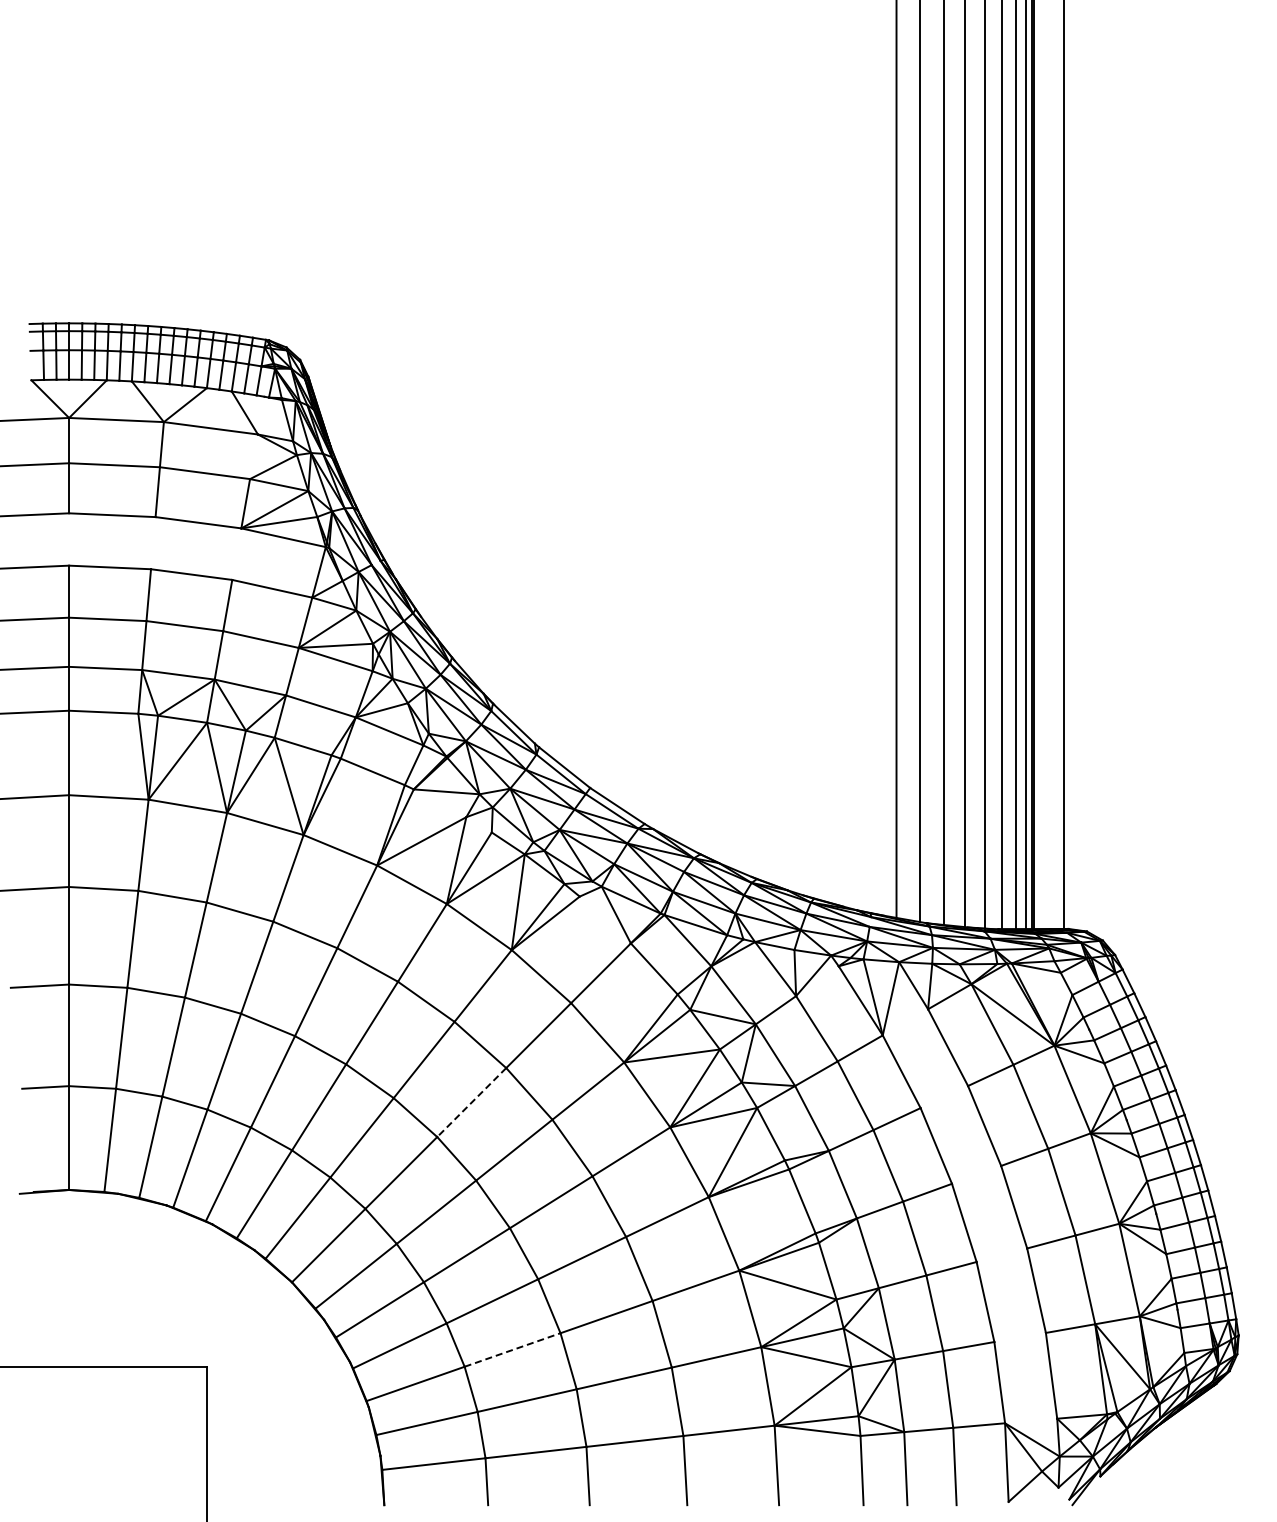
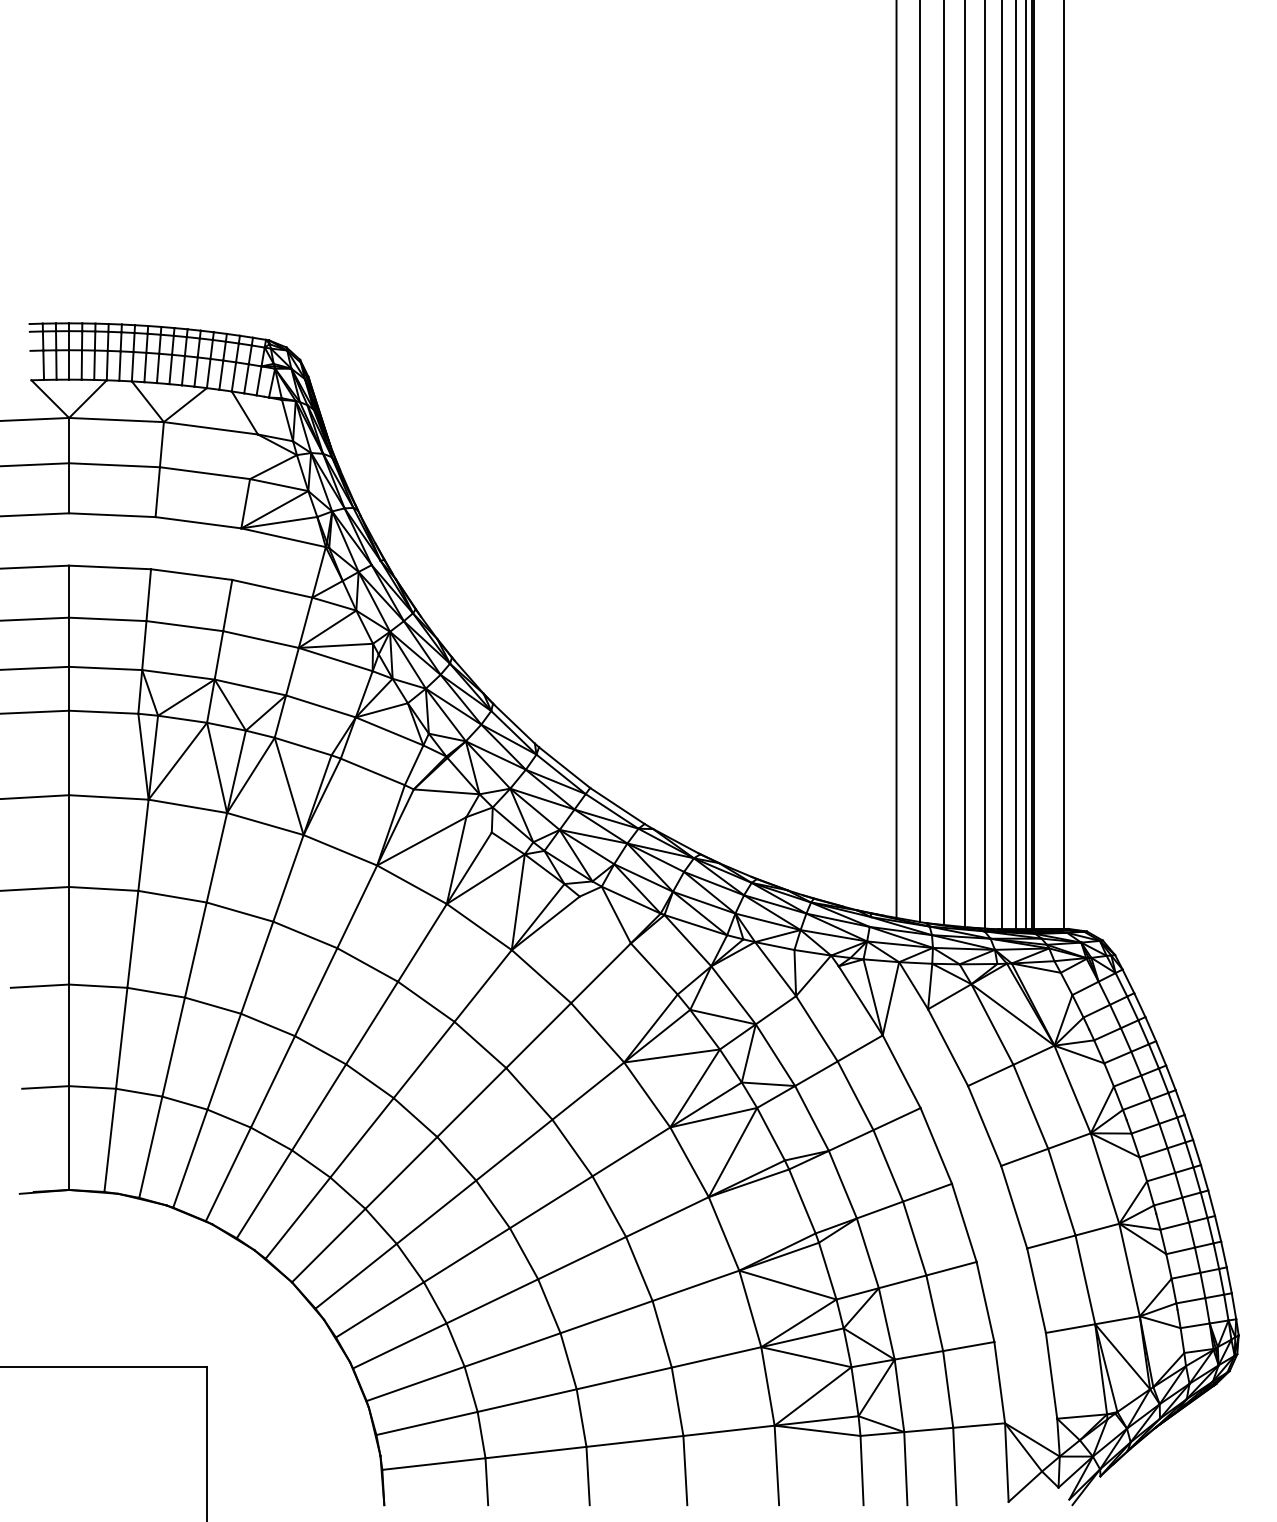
line at (471, 1102): dashed -> solid
line at (512, 1350): dashed -> solid
